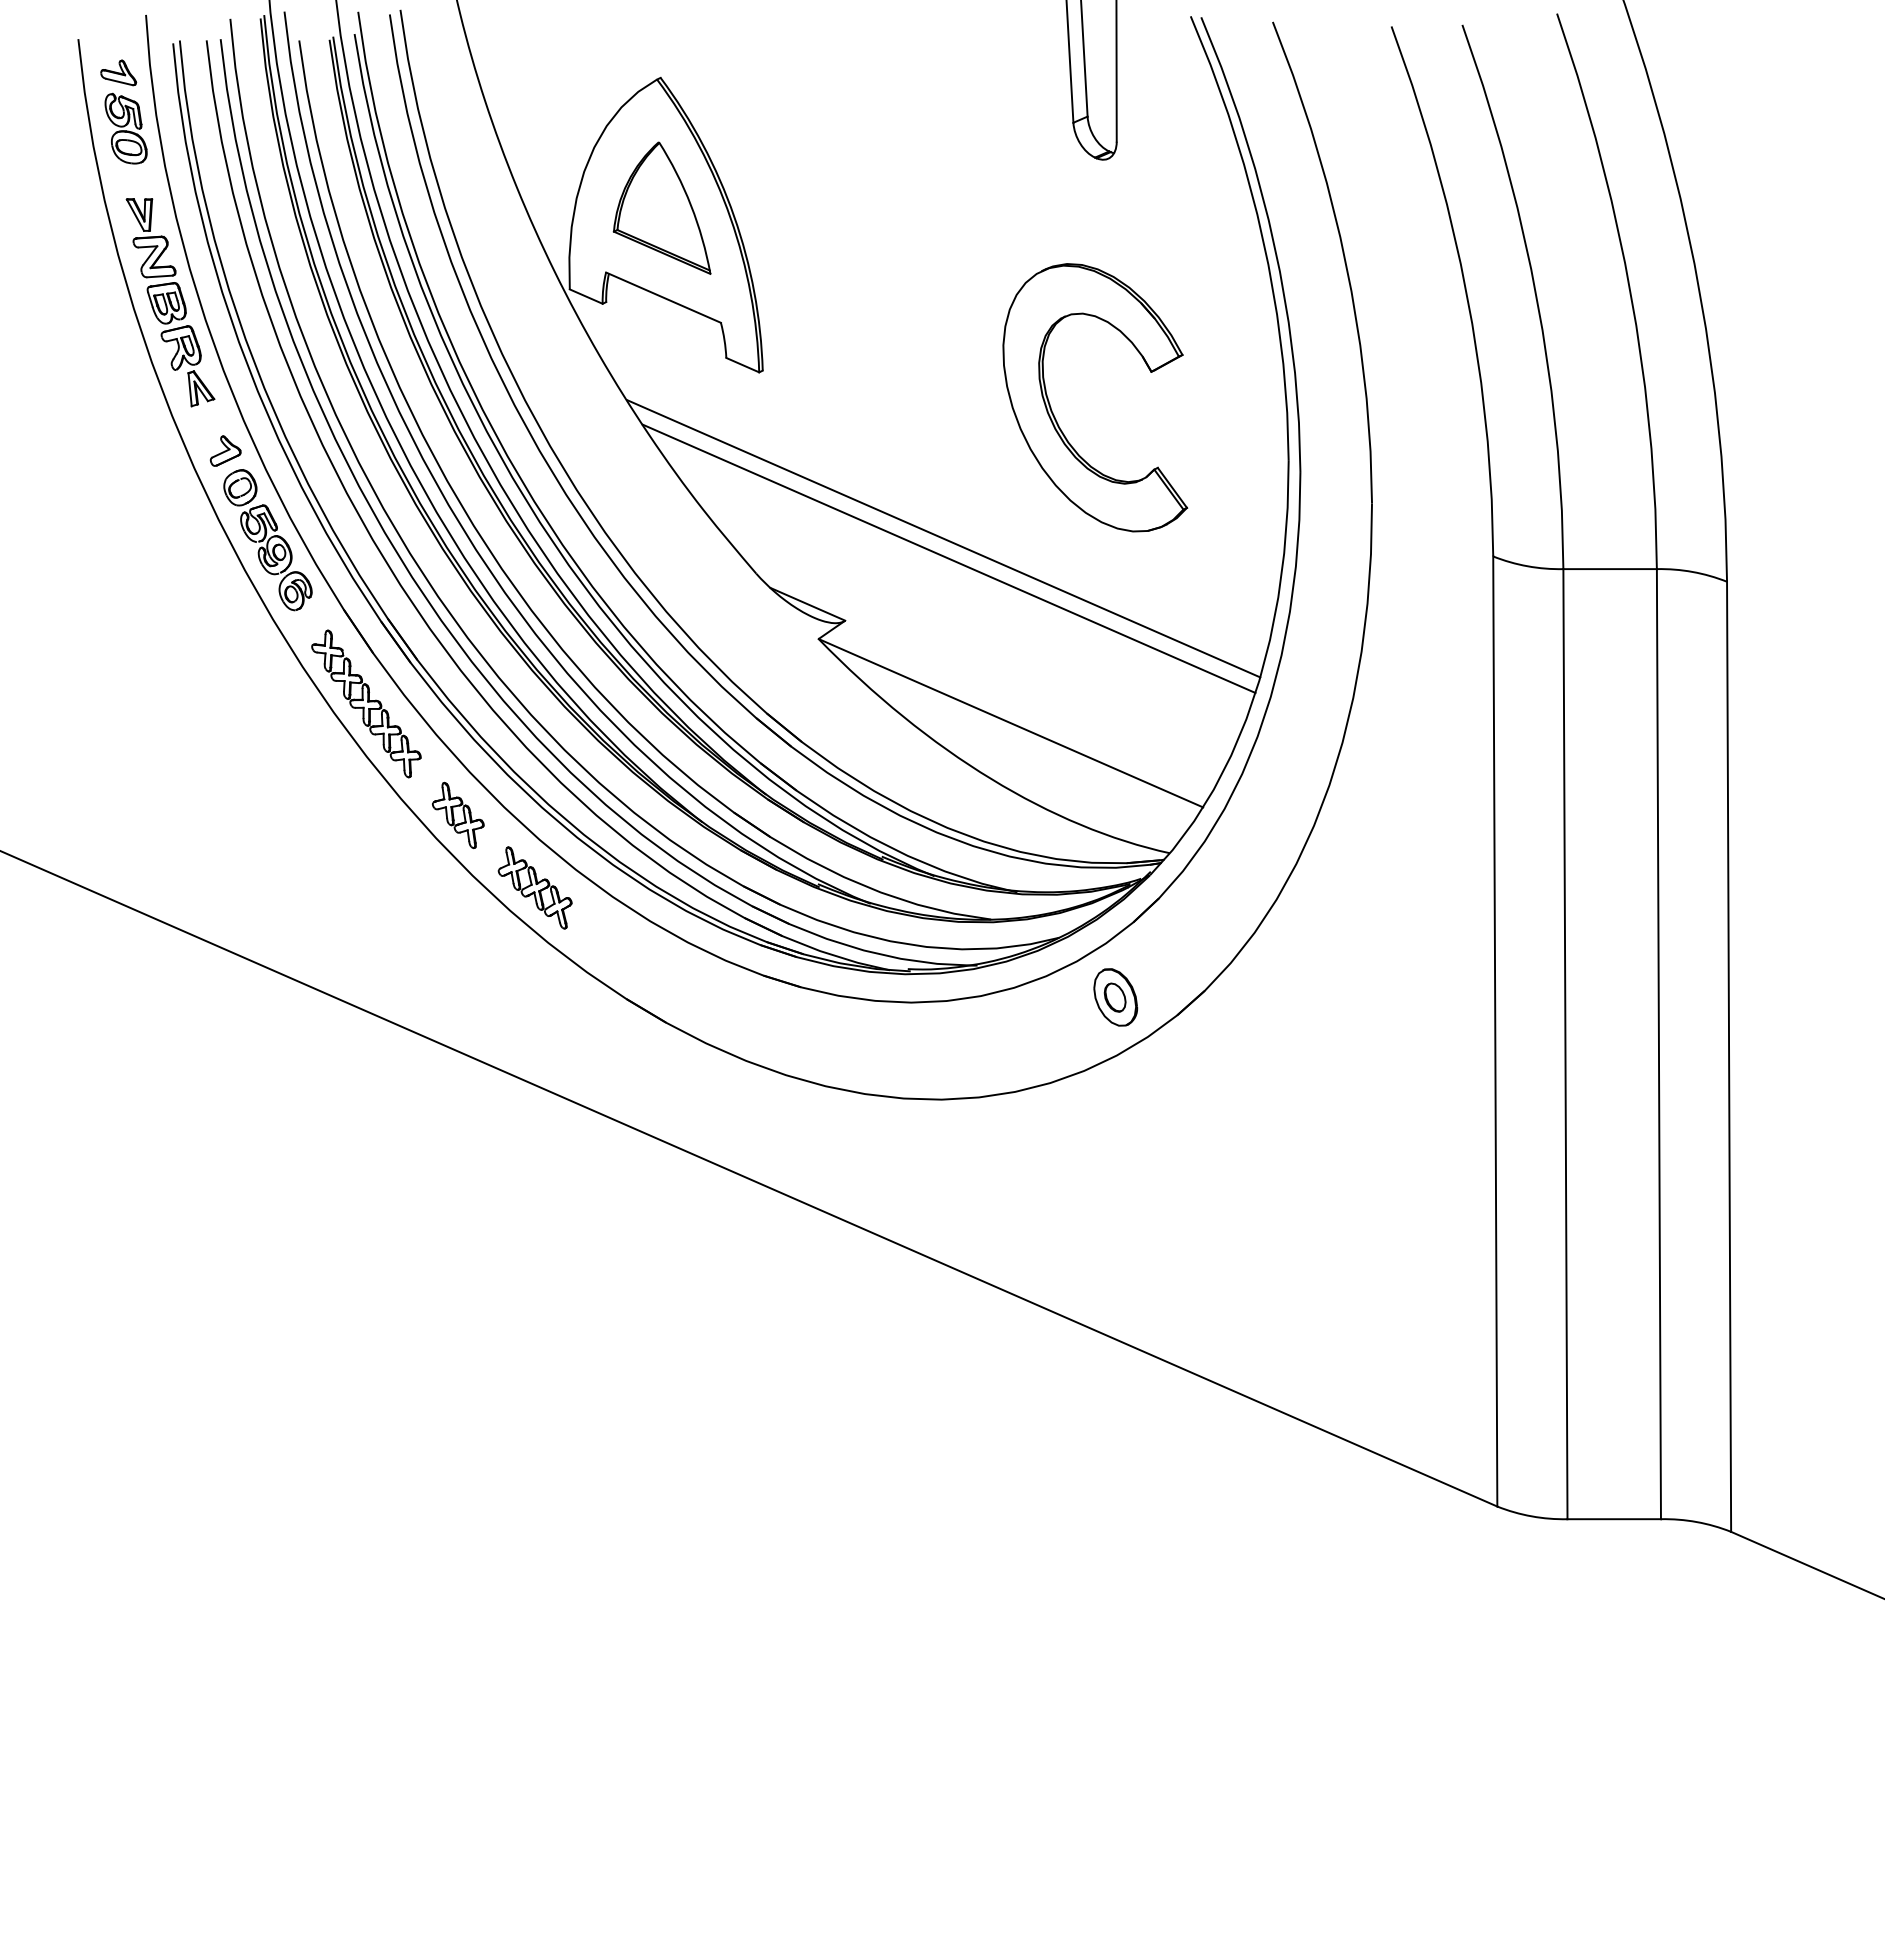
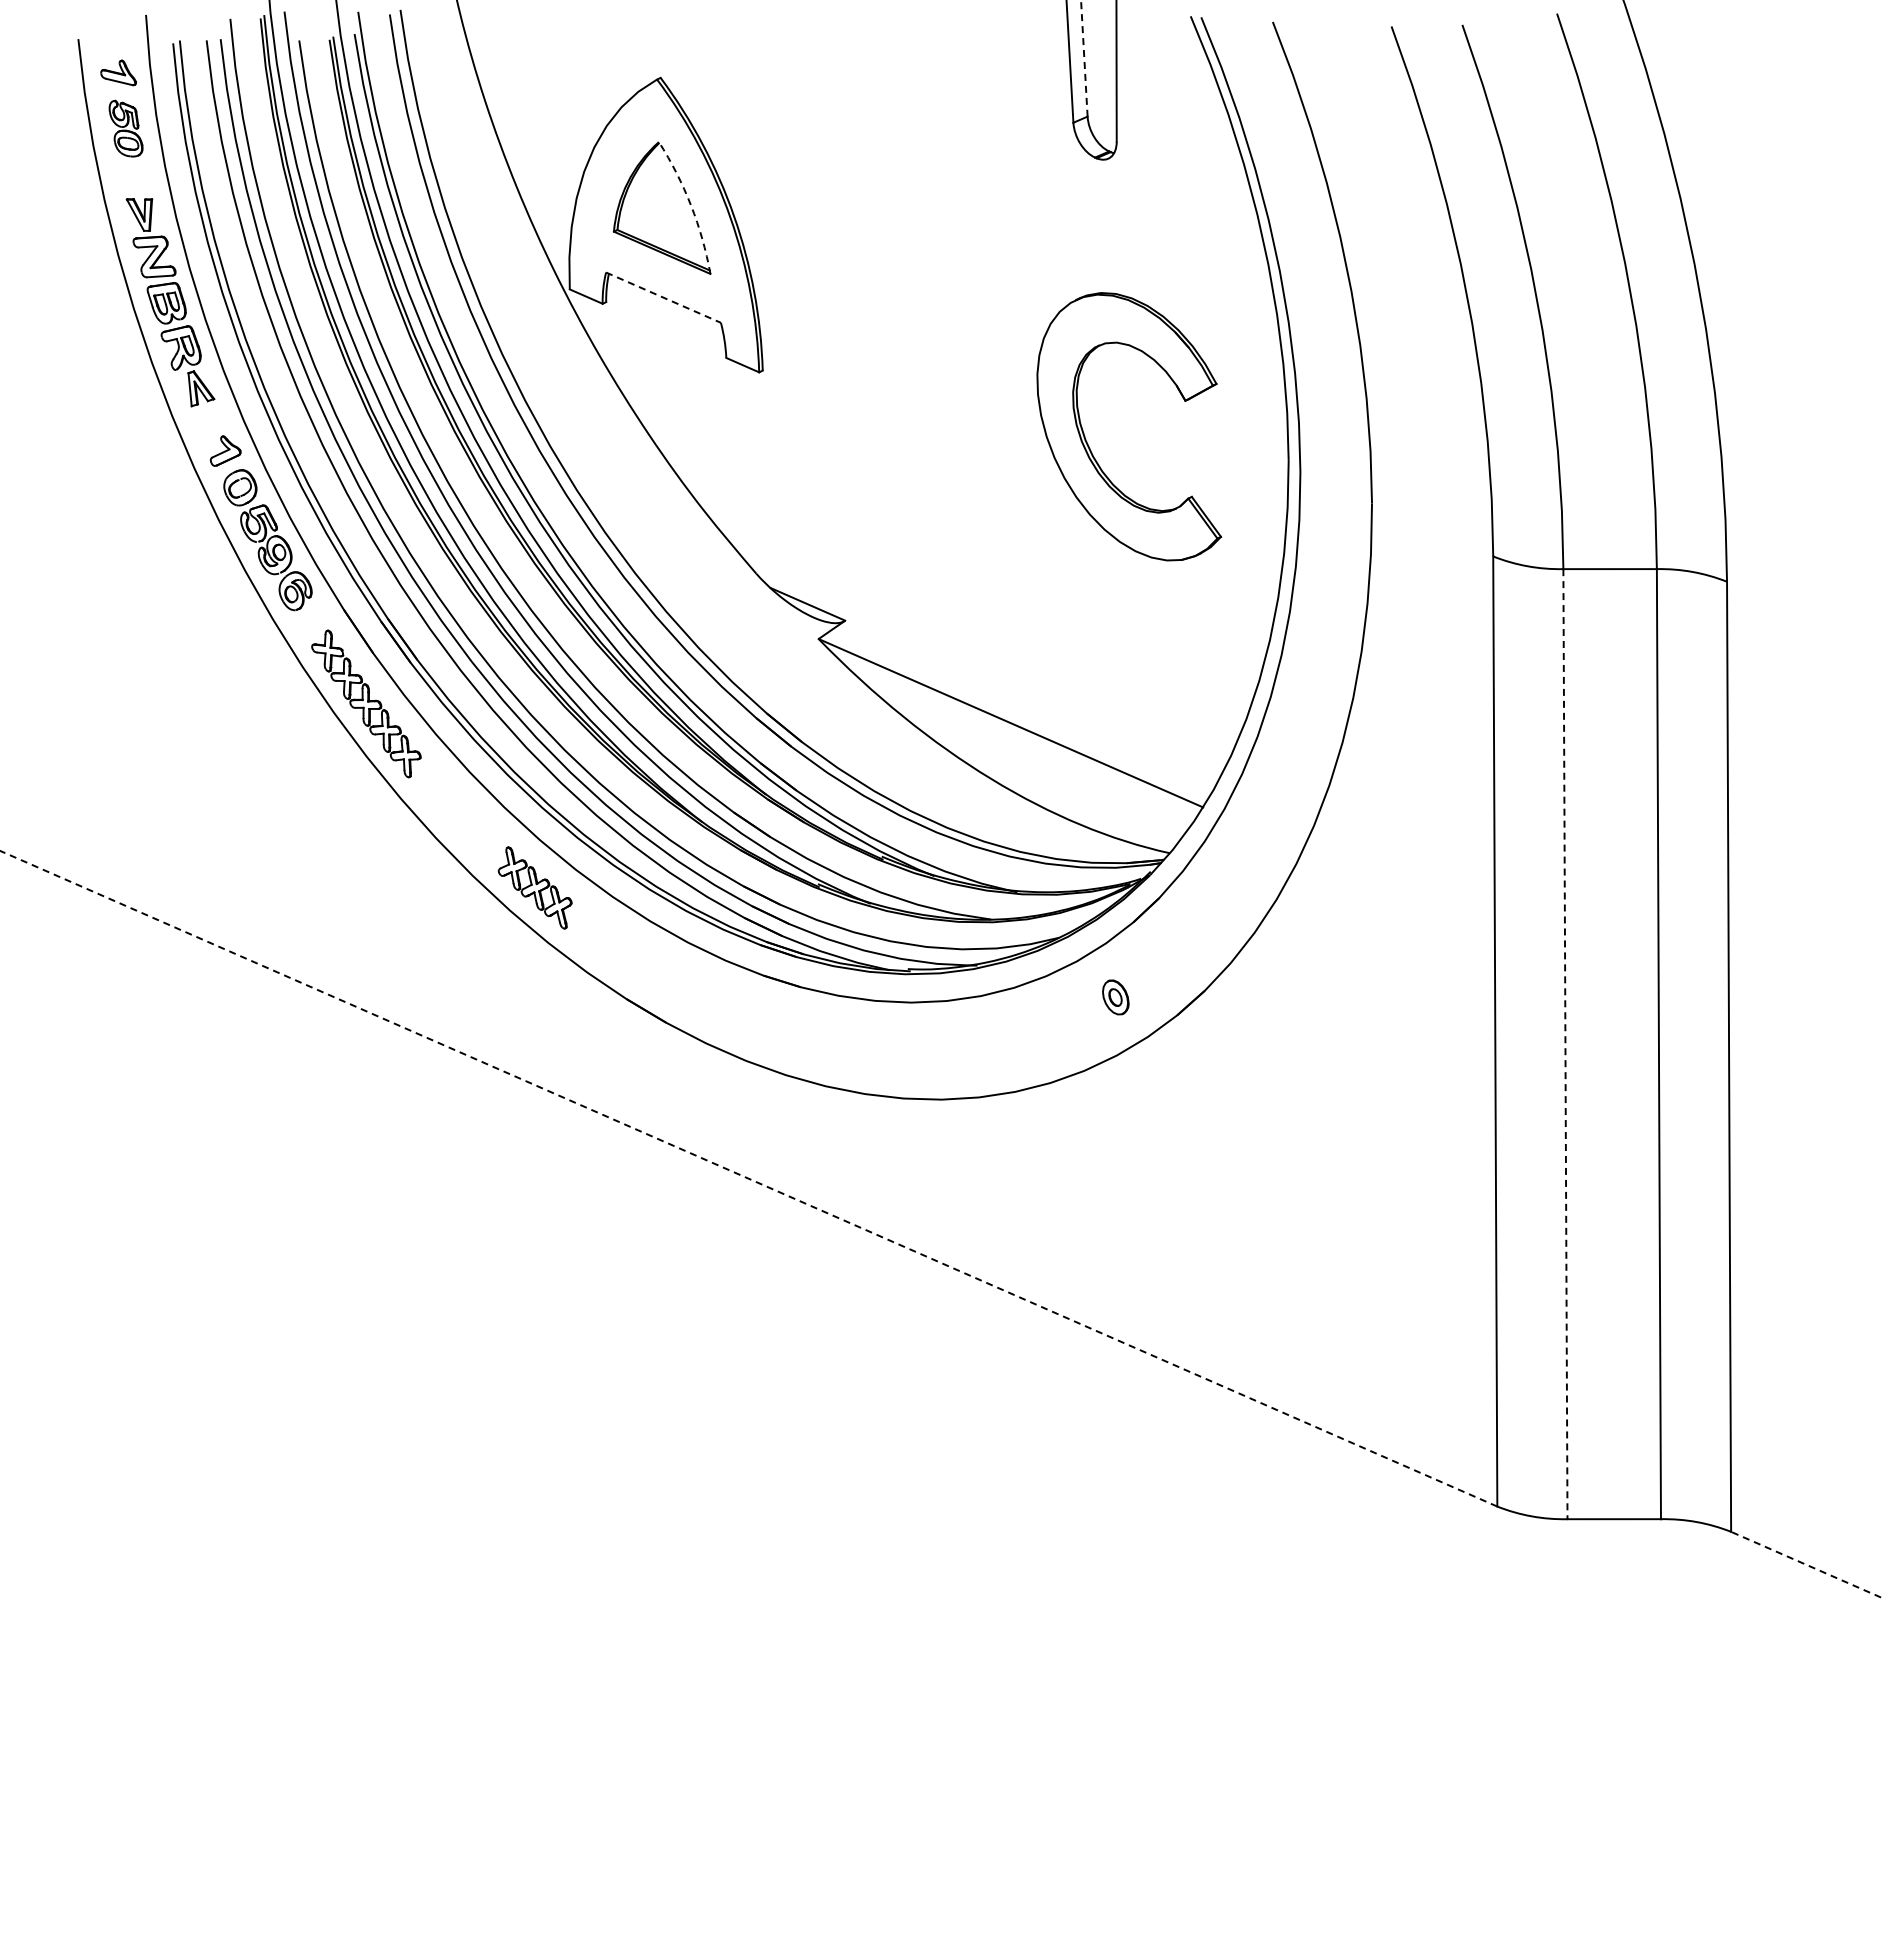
line at (1084, 58): solid -> dashed
part at (125, 128) size: 44x73 px -> 36x59 px
arc at (691, 205): solid -> dashed
line at (663, 297): solid -> dashed
part at (1054, 414) position: (1054, 414) -> (1088, 443)
line at (943, 538): present -> none
line at (948, 558): present -> none
part at (458, 815): present -> none
part at (1115, 997) size: 46x59 px -> 28x37 px
line at (1565, 1044): solid -> dashed
line at (749, 1178): solid -> dashed
line at (1808, 1565): solid -> dashed
